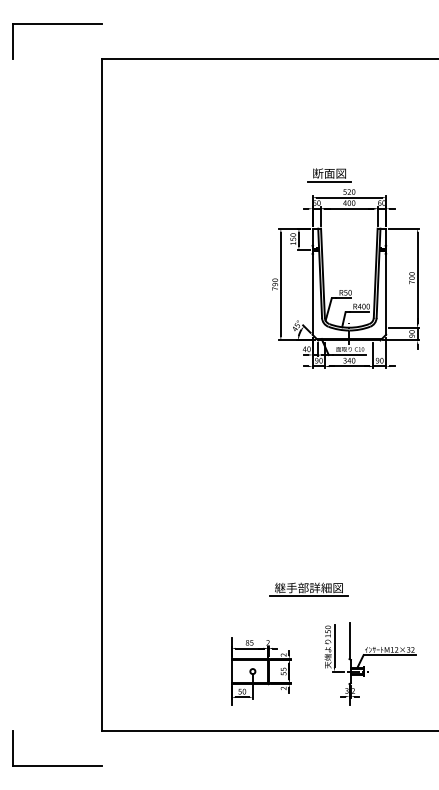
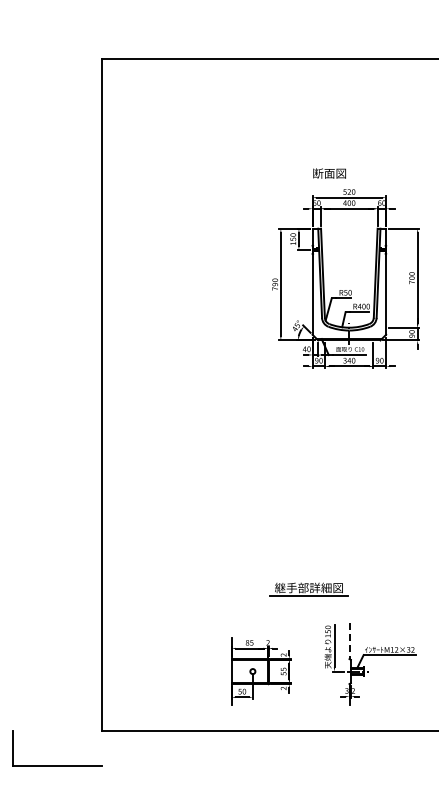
part at (57, 24): present -> none
line at (329, 181): present -> none
line at (349, 641): solid -> dashed
